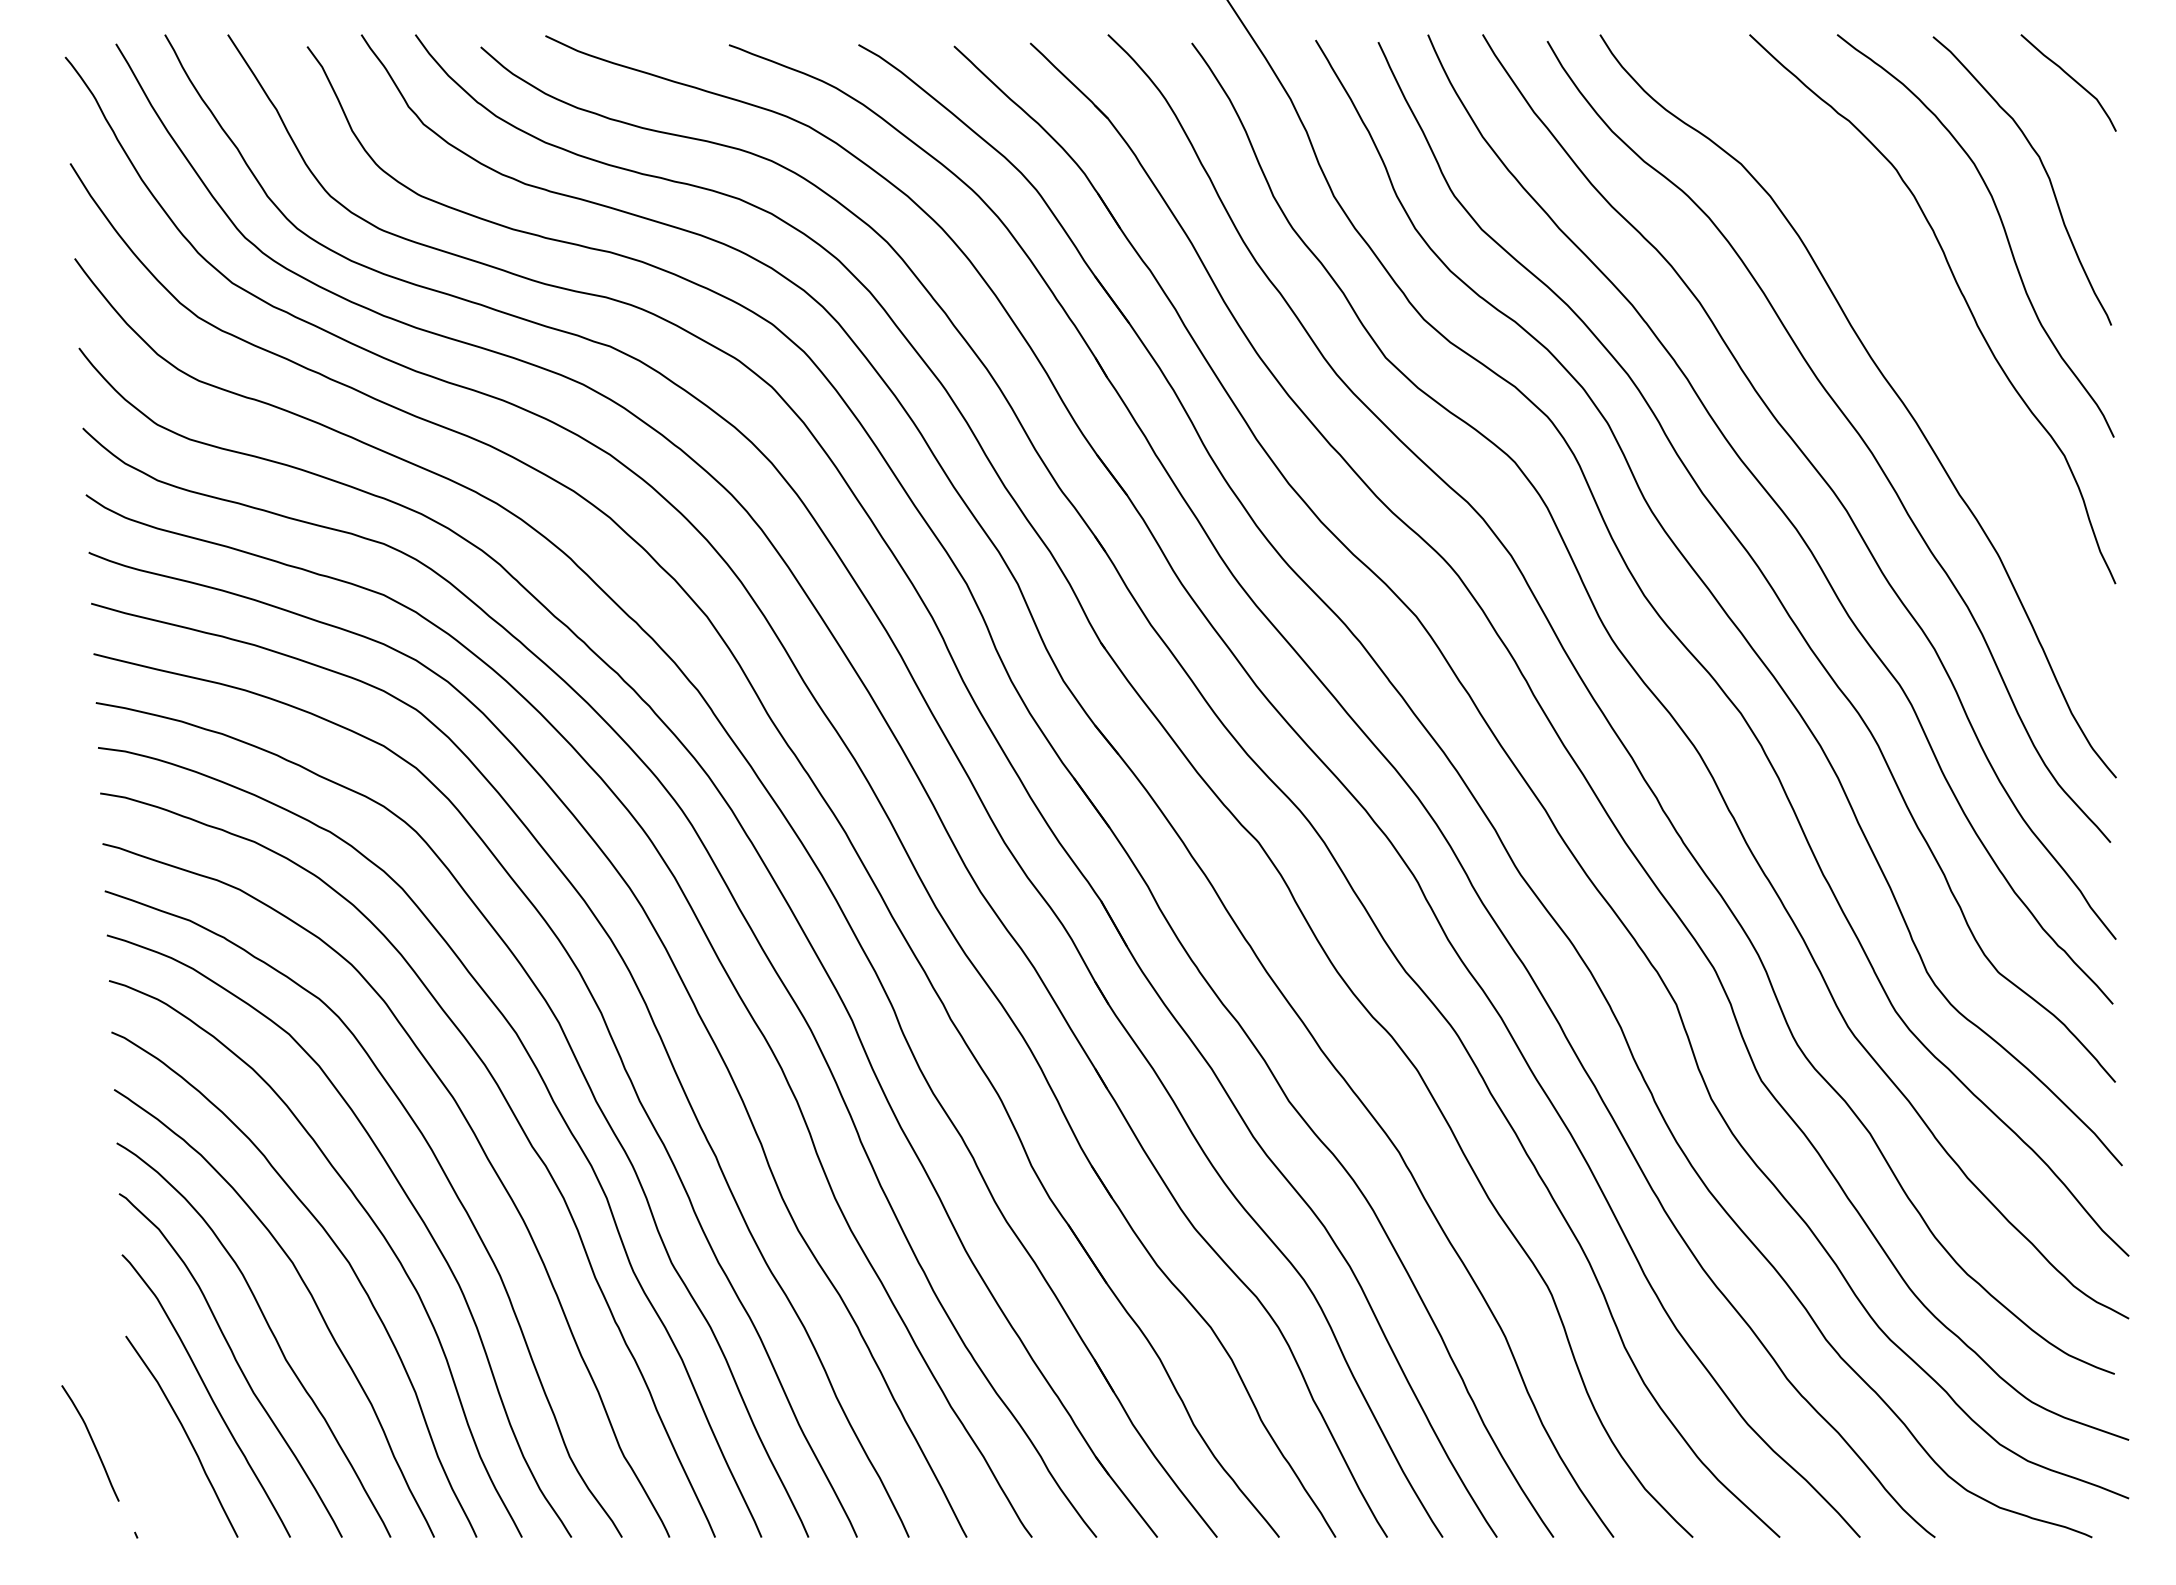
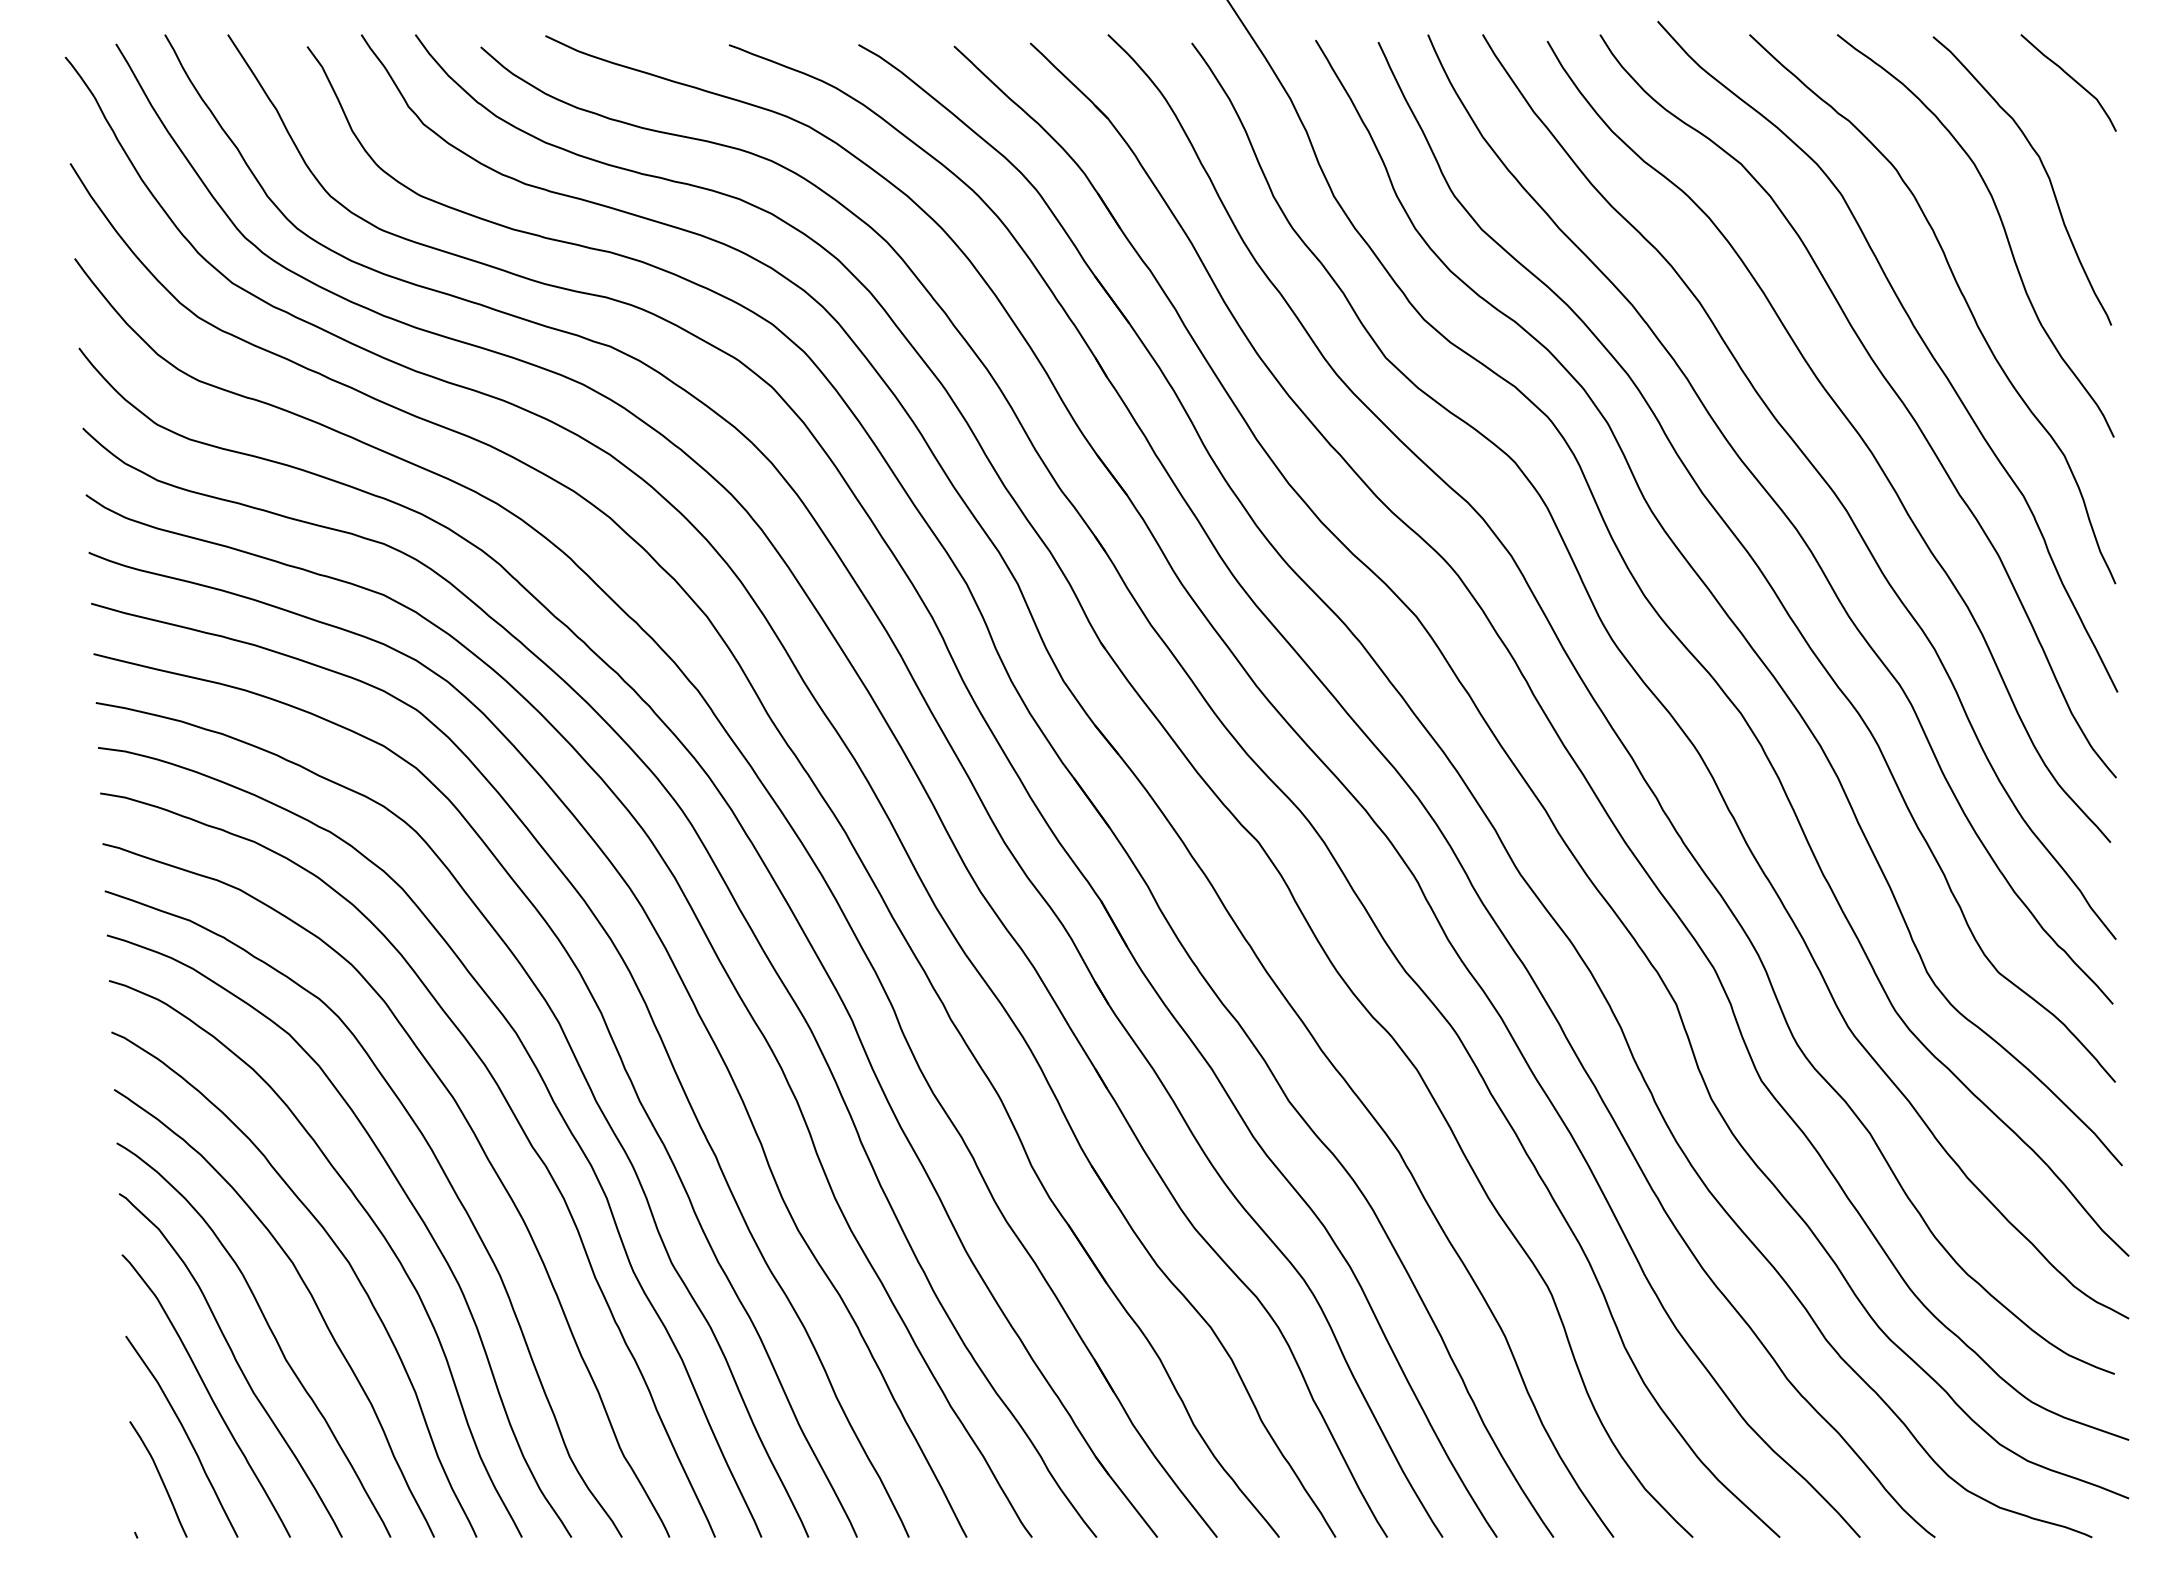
curve at (1919, 337): none -> present
curve at (92, 1443) position: (92, 1443) -> (160, 1479)
